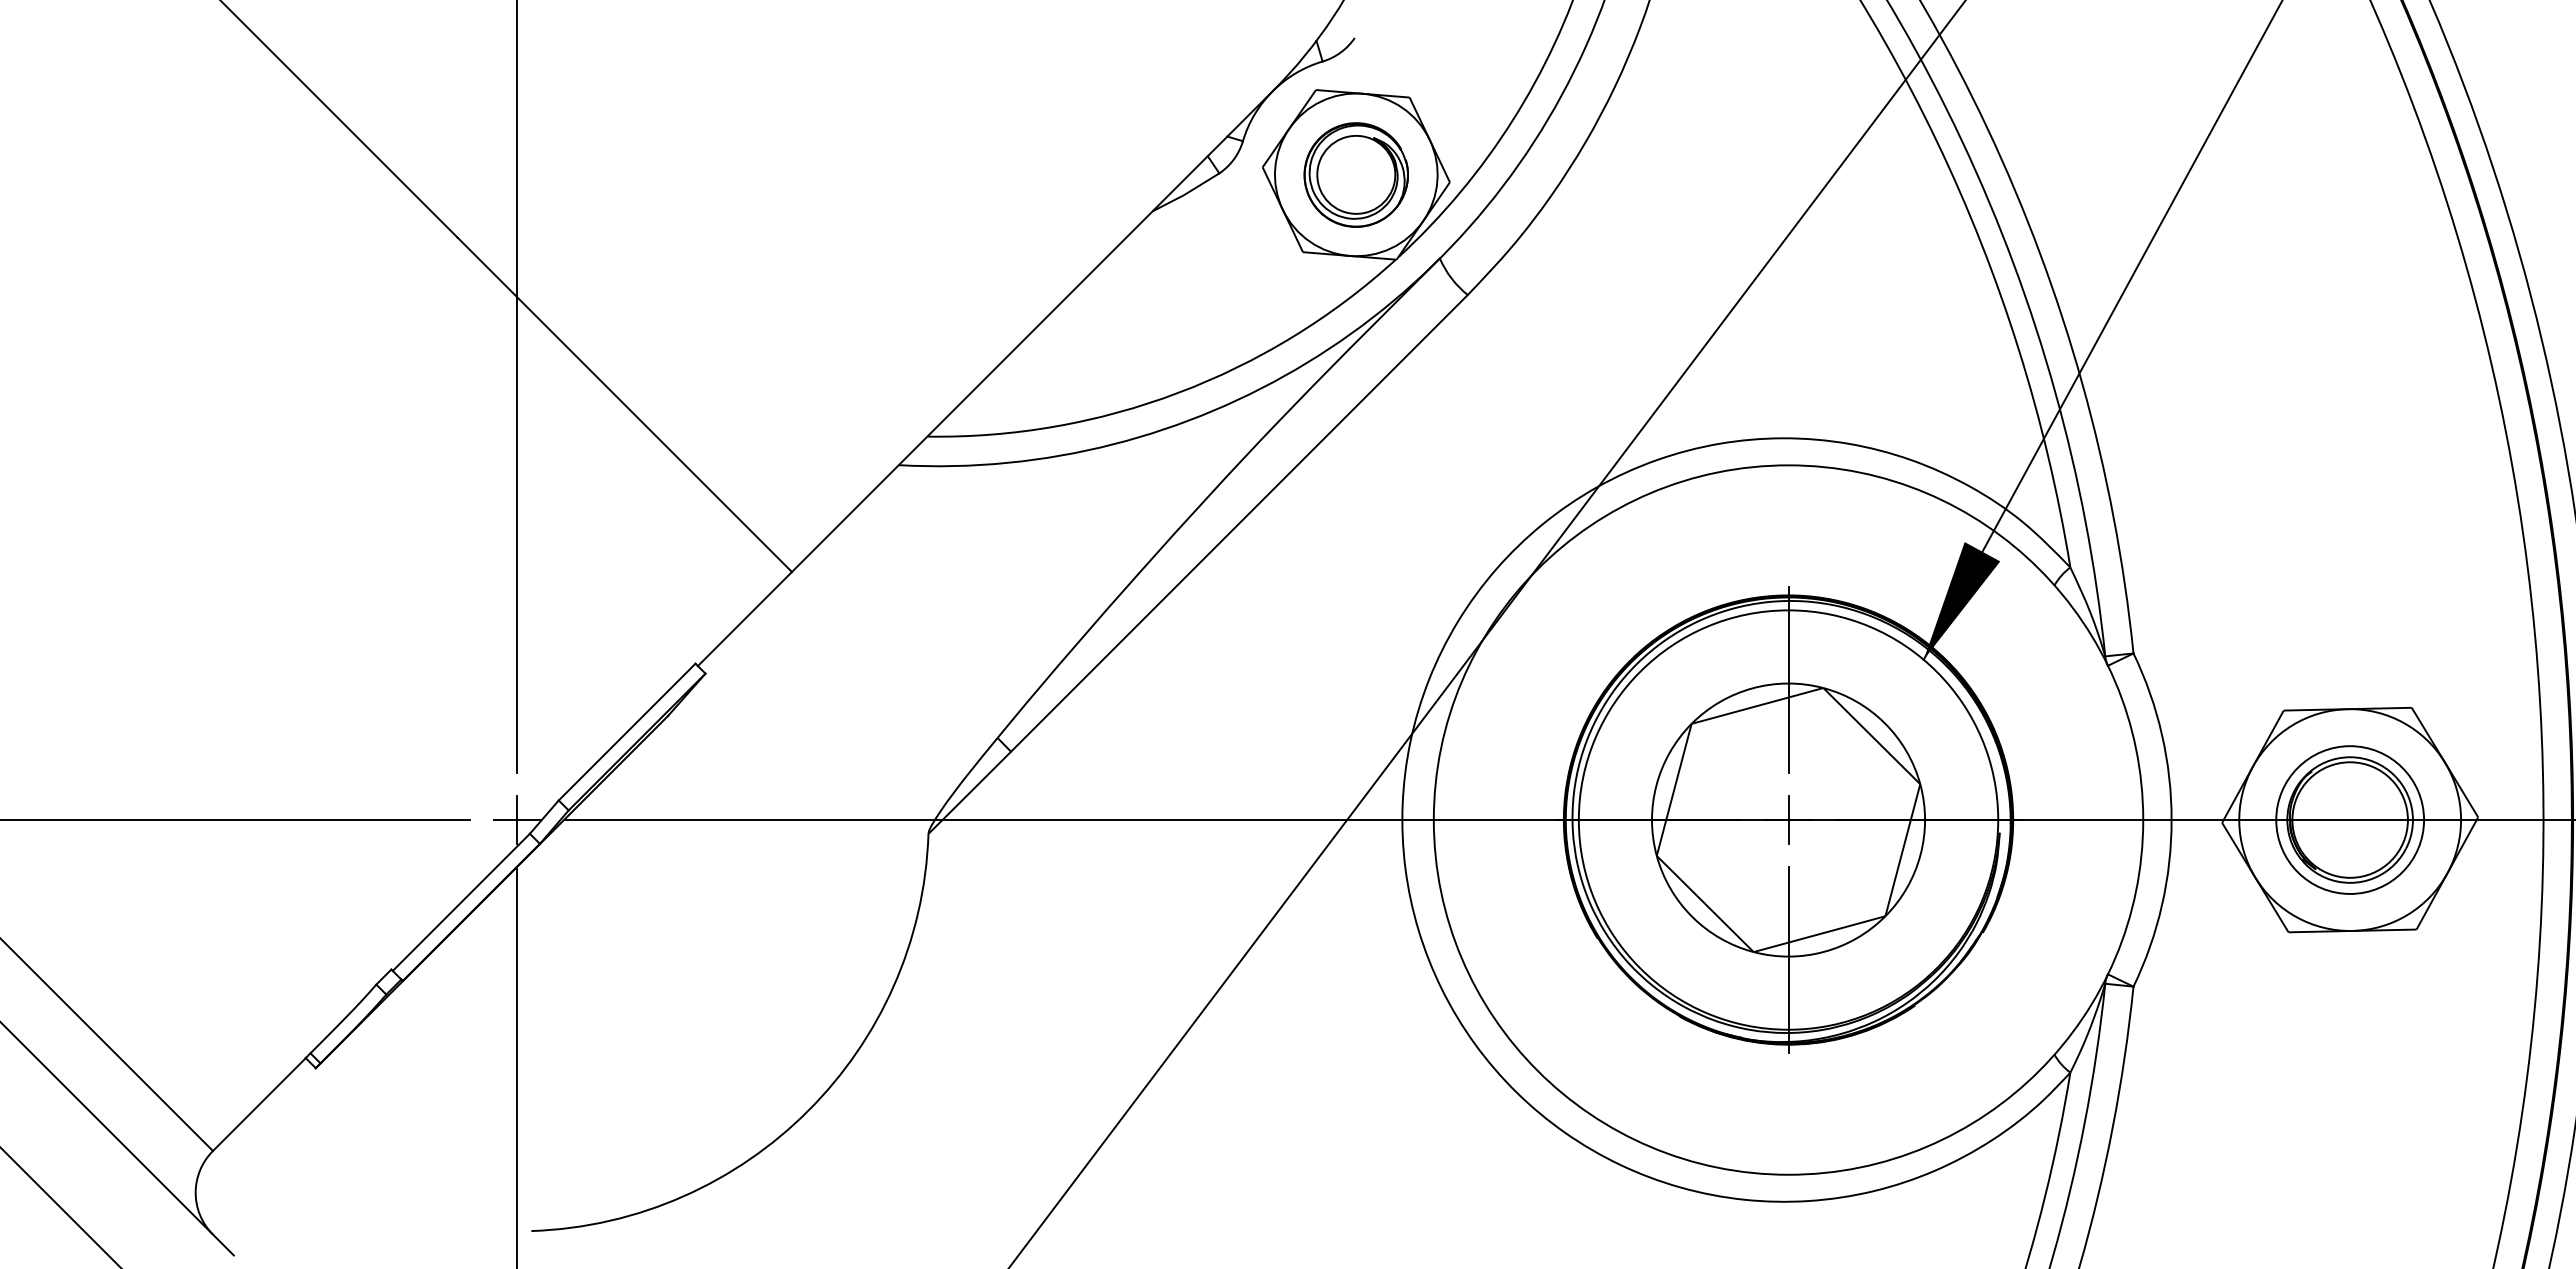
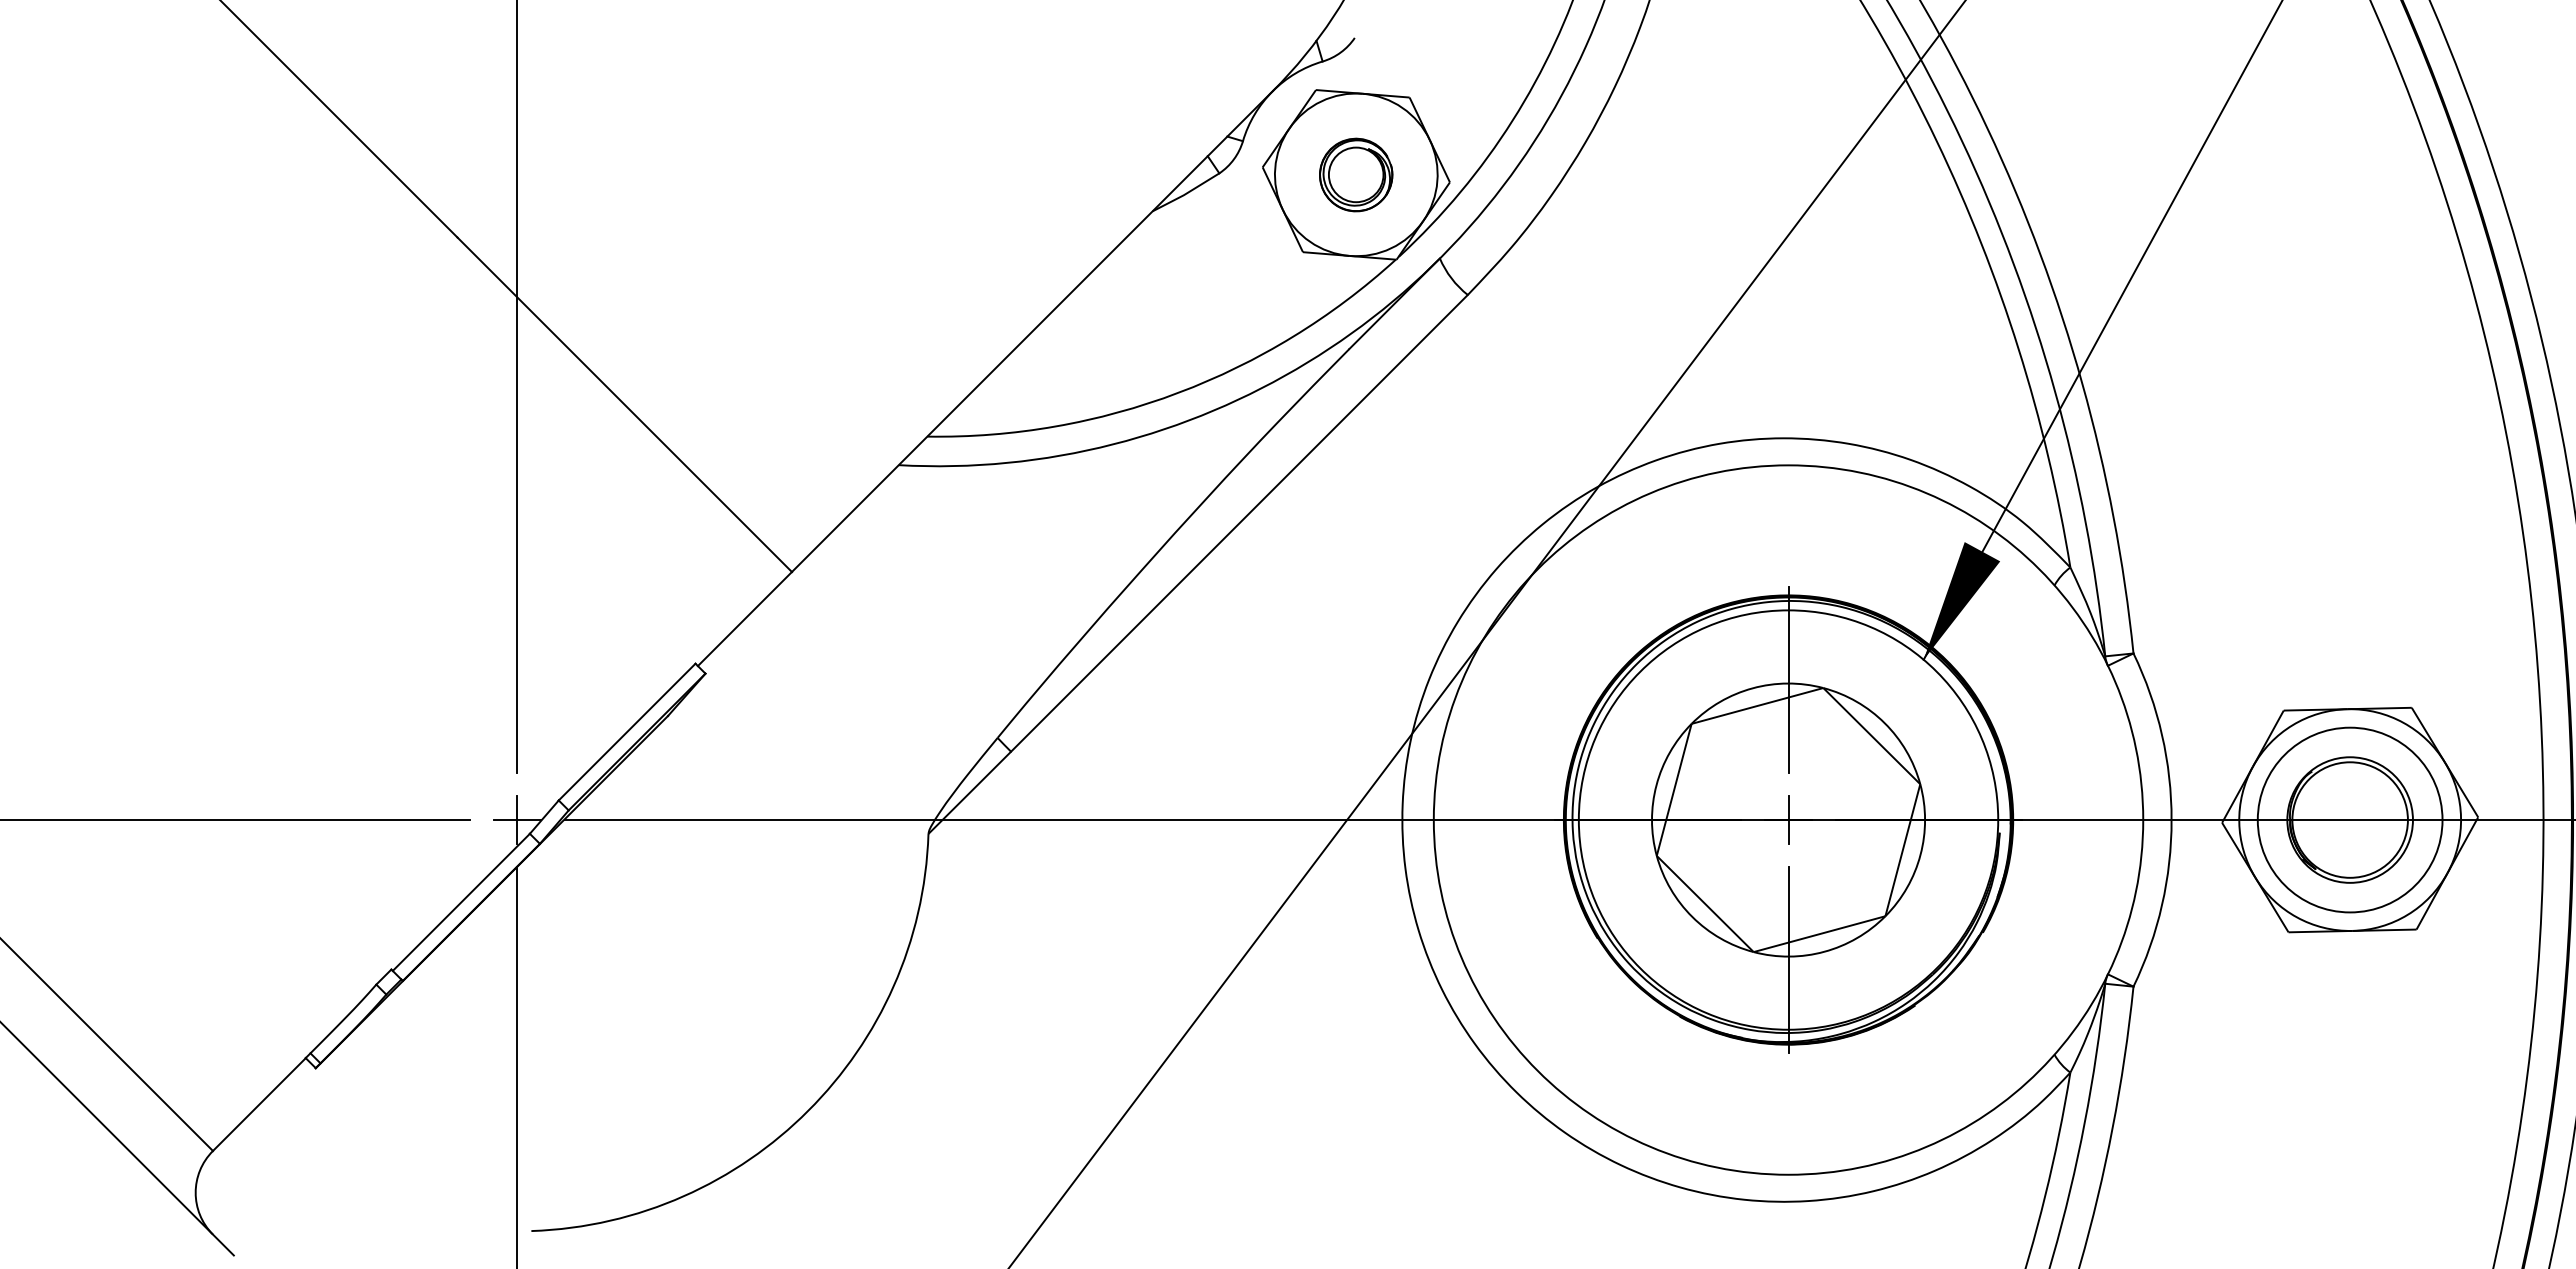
part at (1355, 174) size: 106x106 px -> 75x76 px
circle at (2350, 819) diameter: 148 px -> 185 px
line at (60, 1207): present -> none
